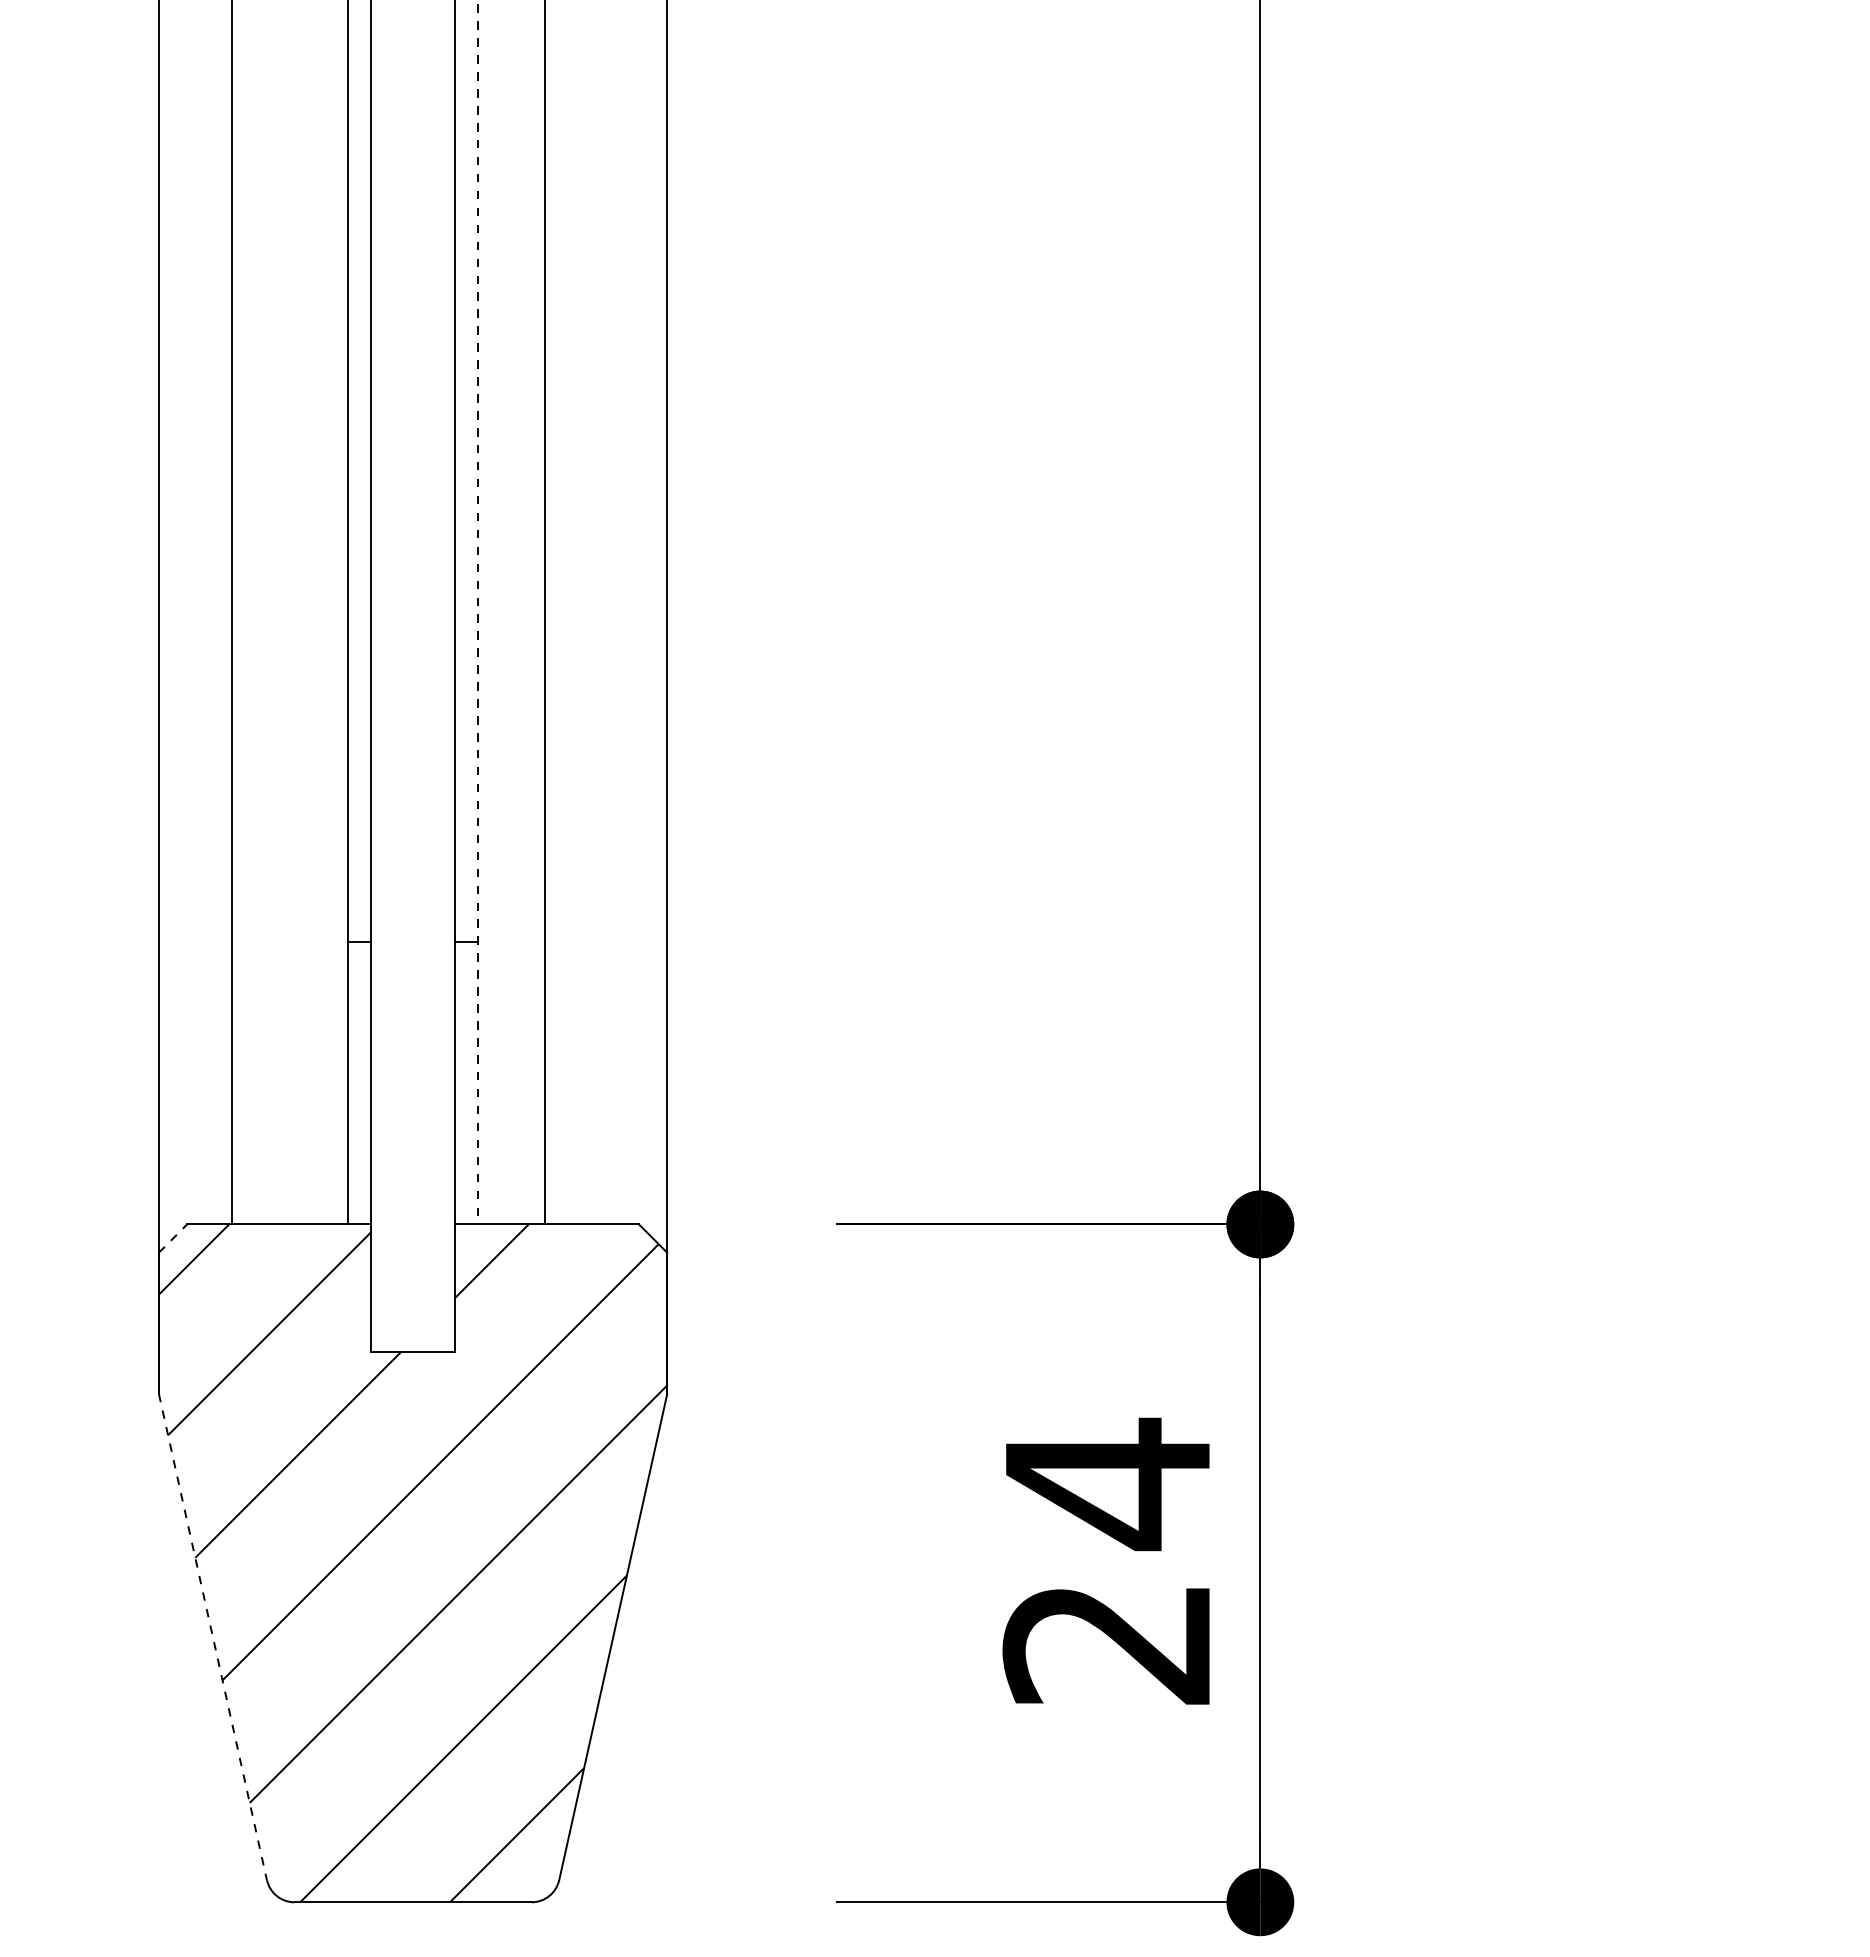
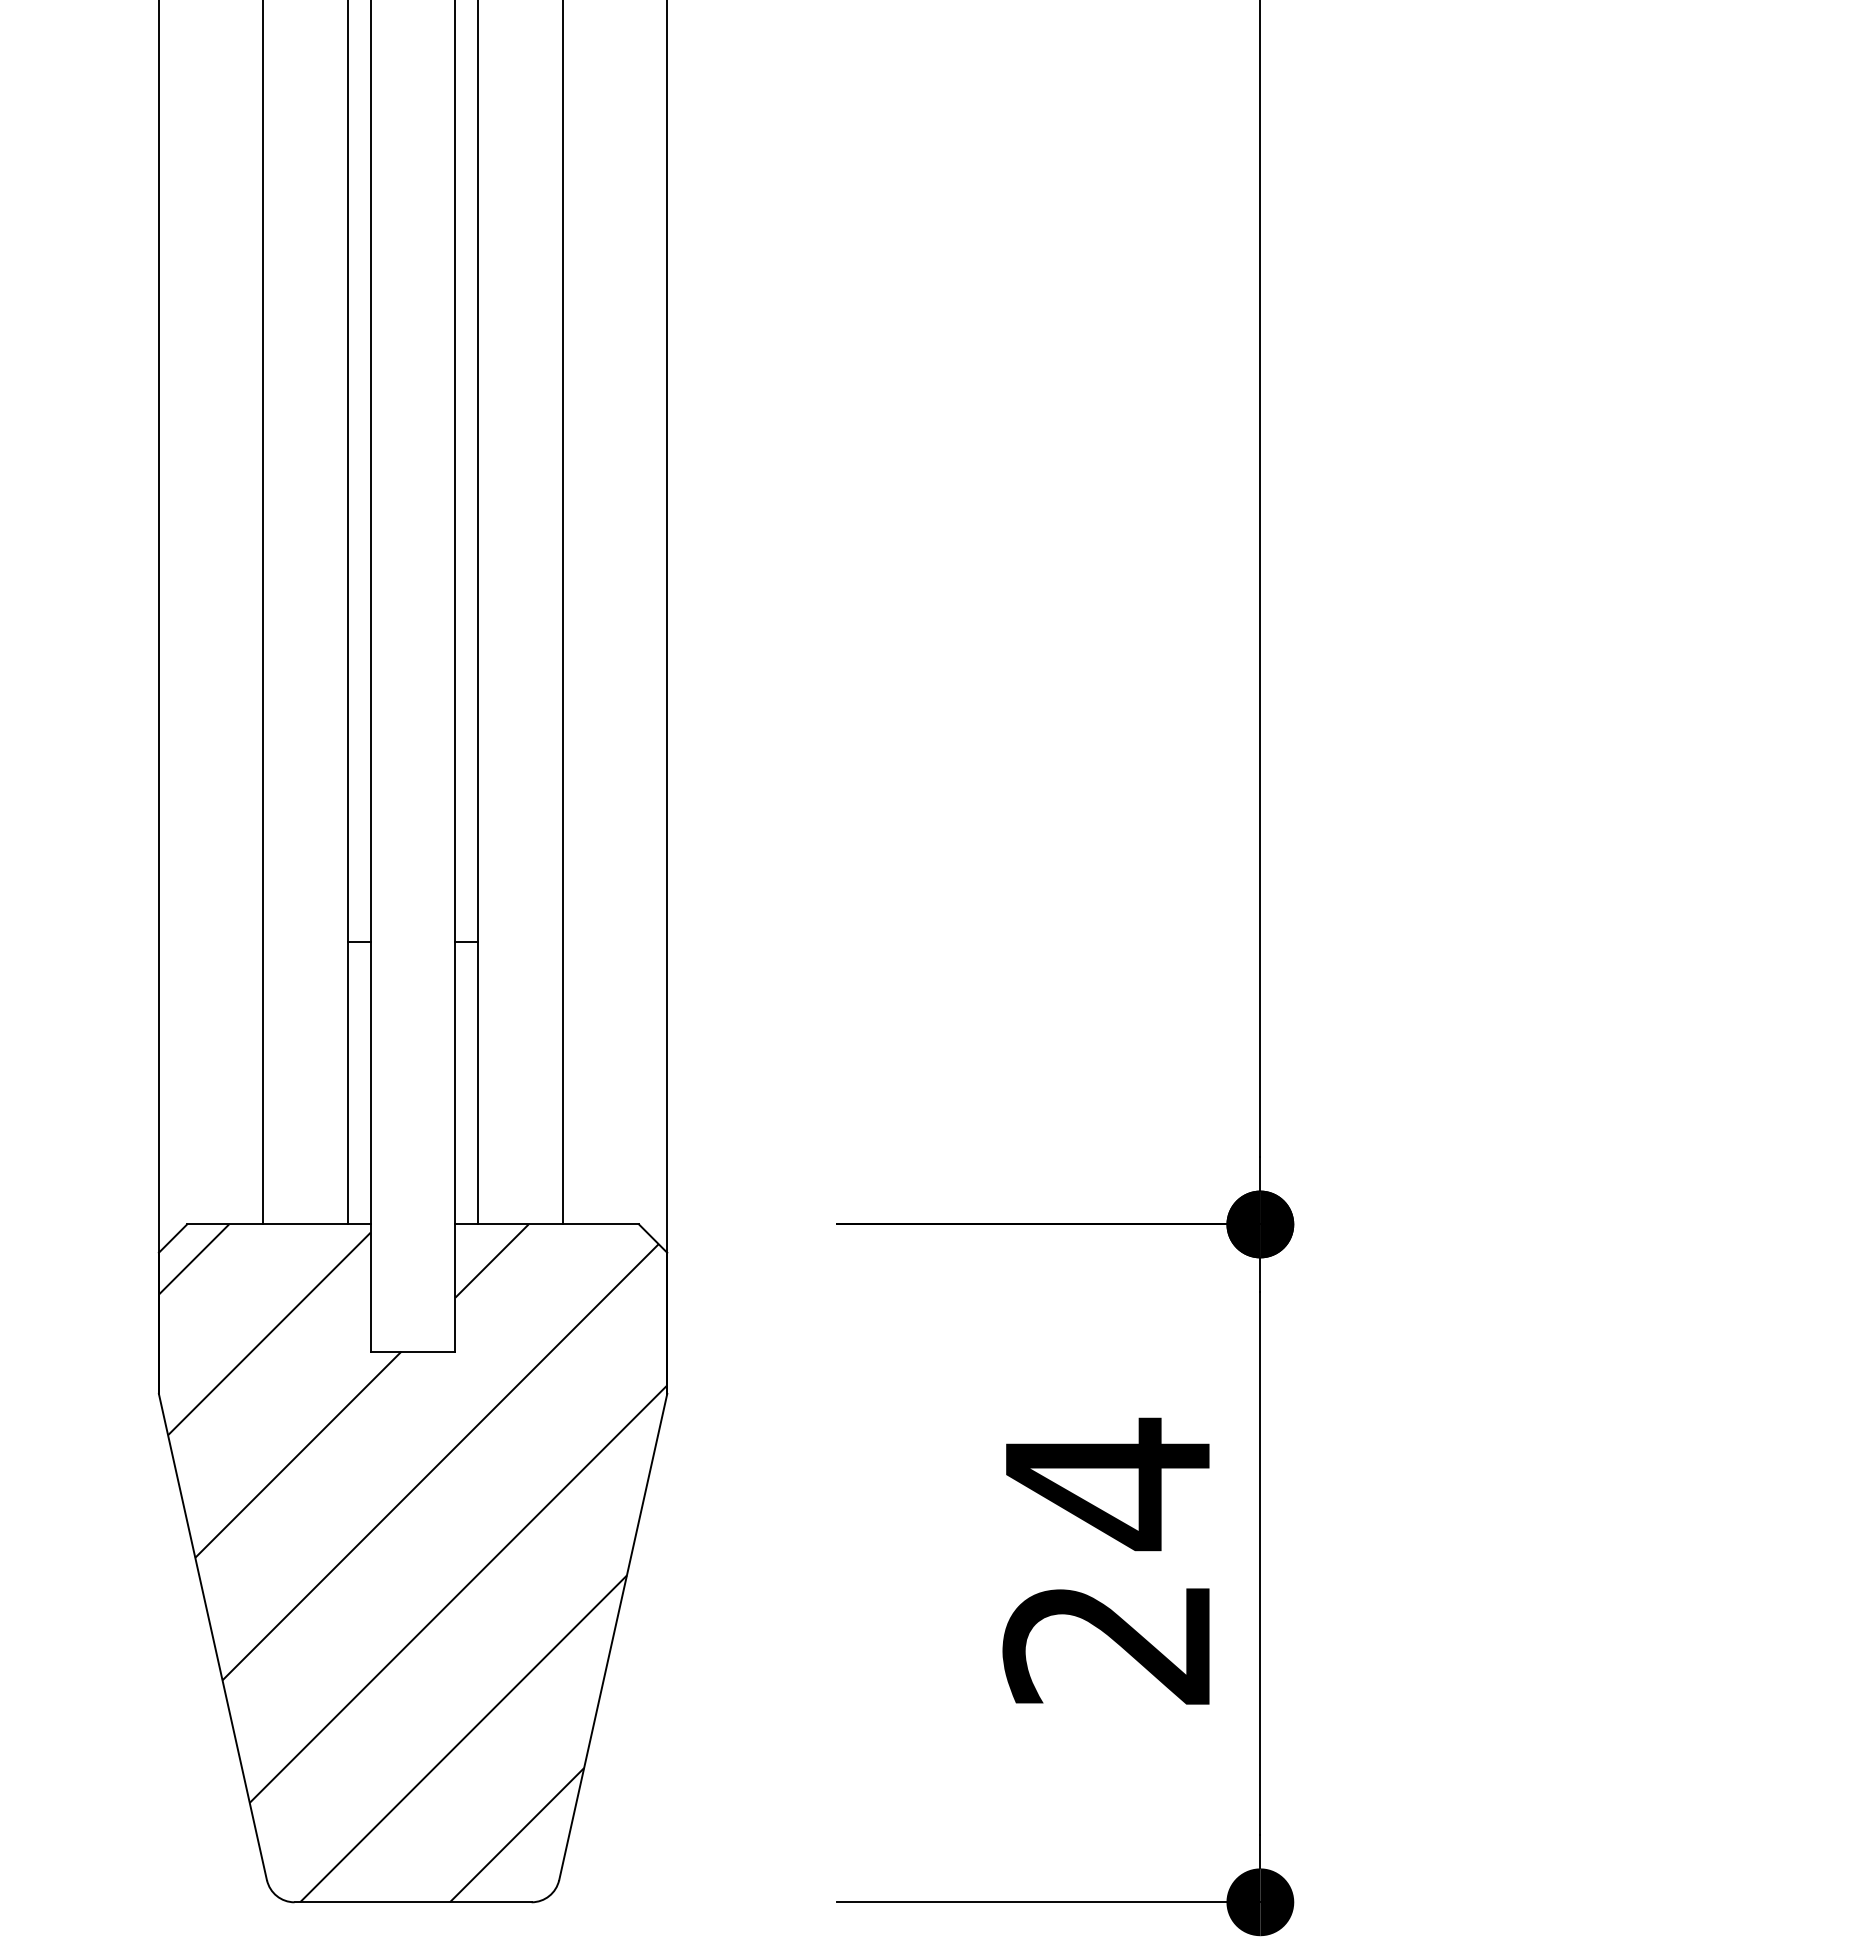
line at (478, 612): dashed -> solid
line at (232, 613) position: (232, 613) -> (263, 613)
line at (544, 613) position: (544, 613) -> (562, 613)
line at (173, 1238): dashed -> solid
line at (213, 1637): dashed -> solid
